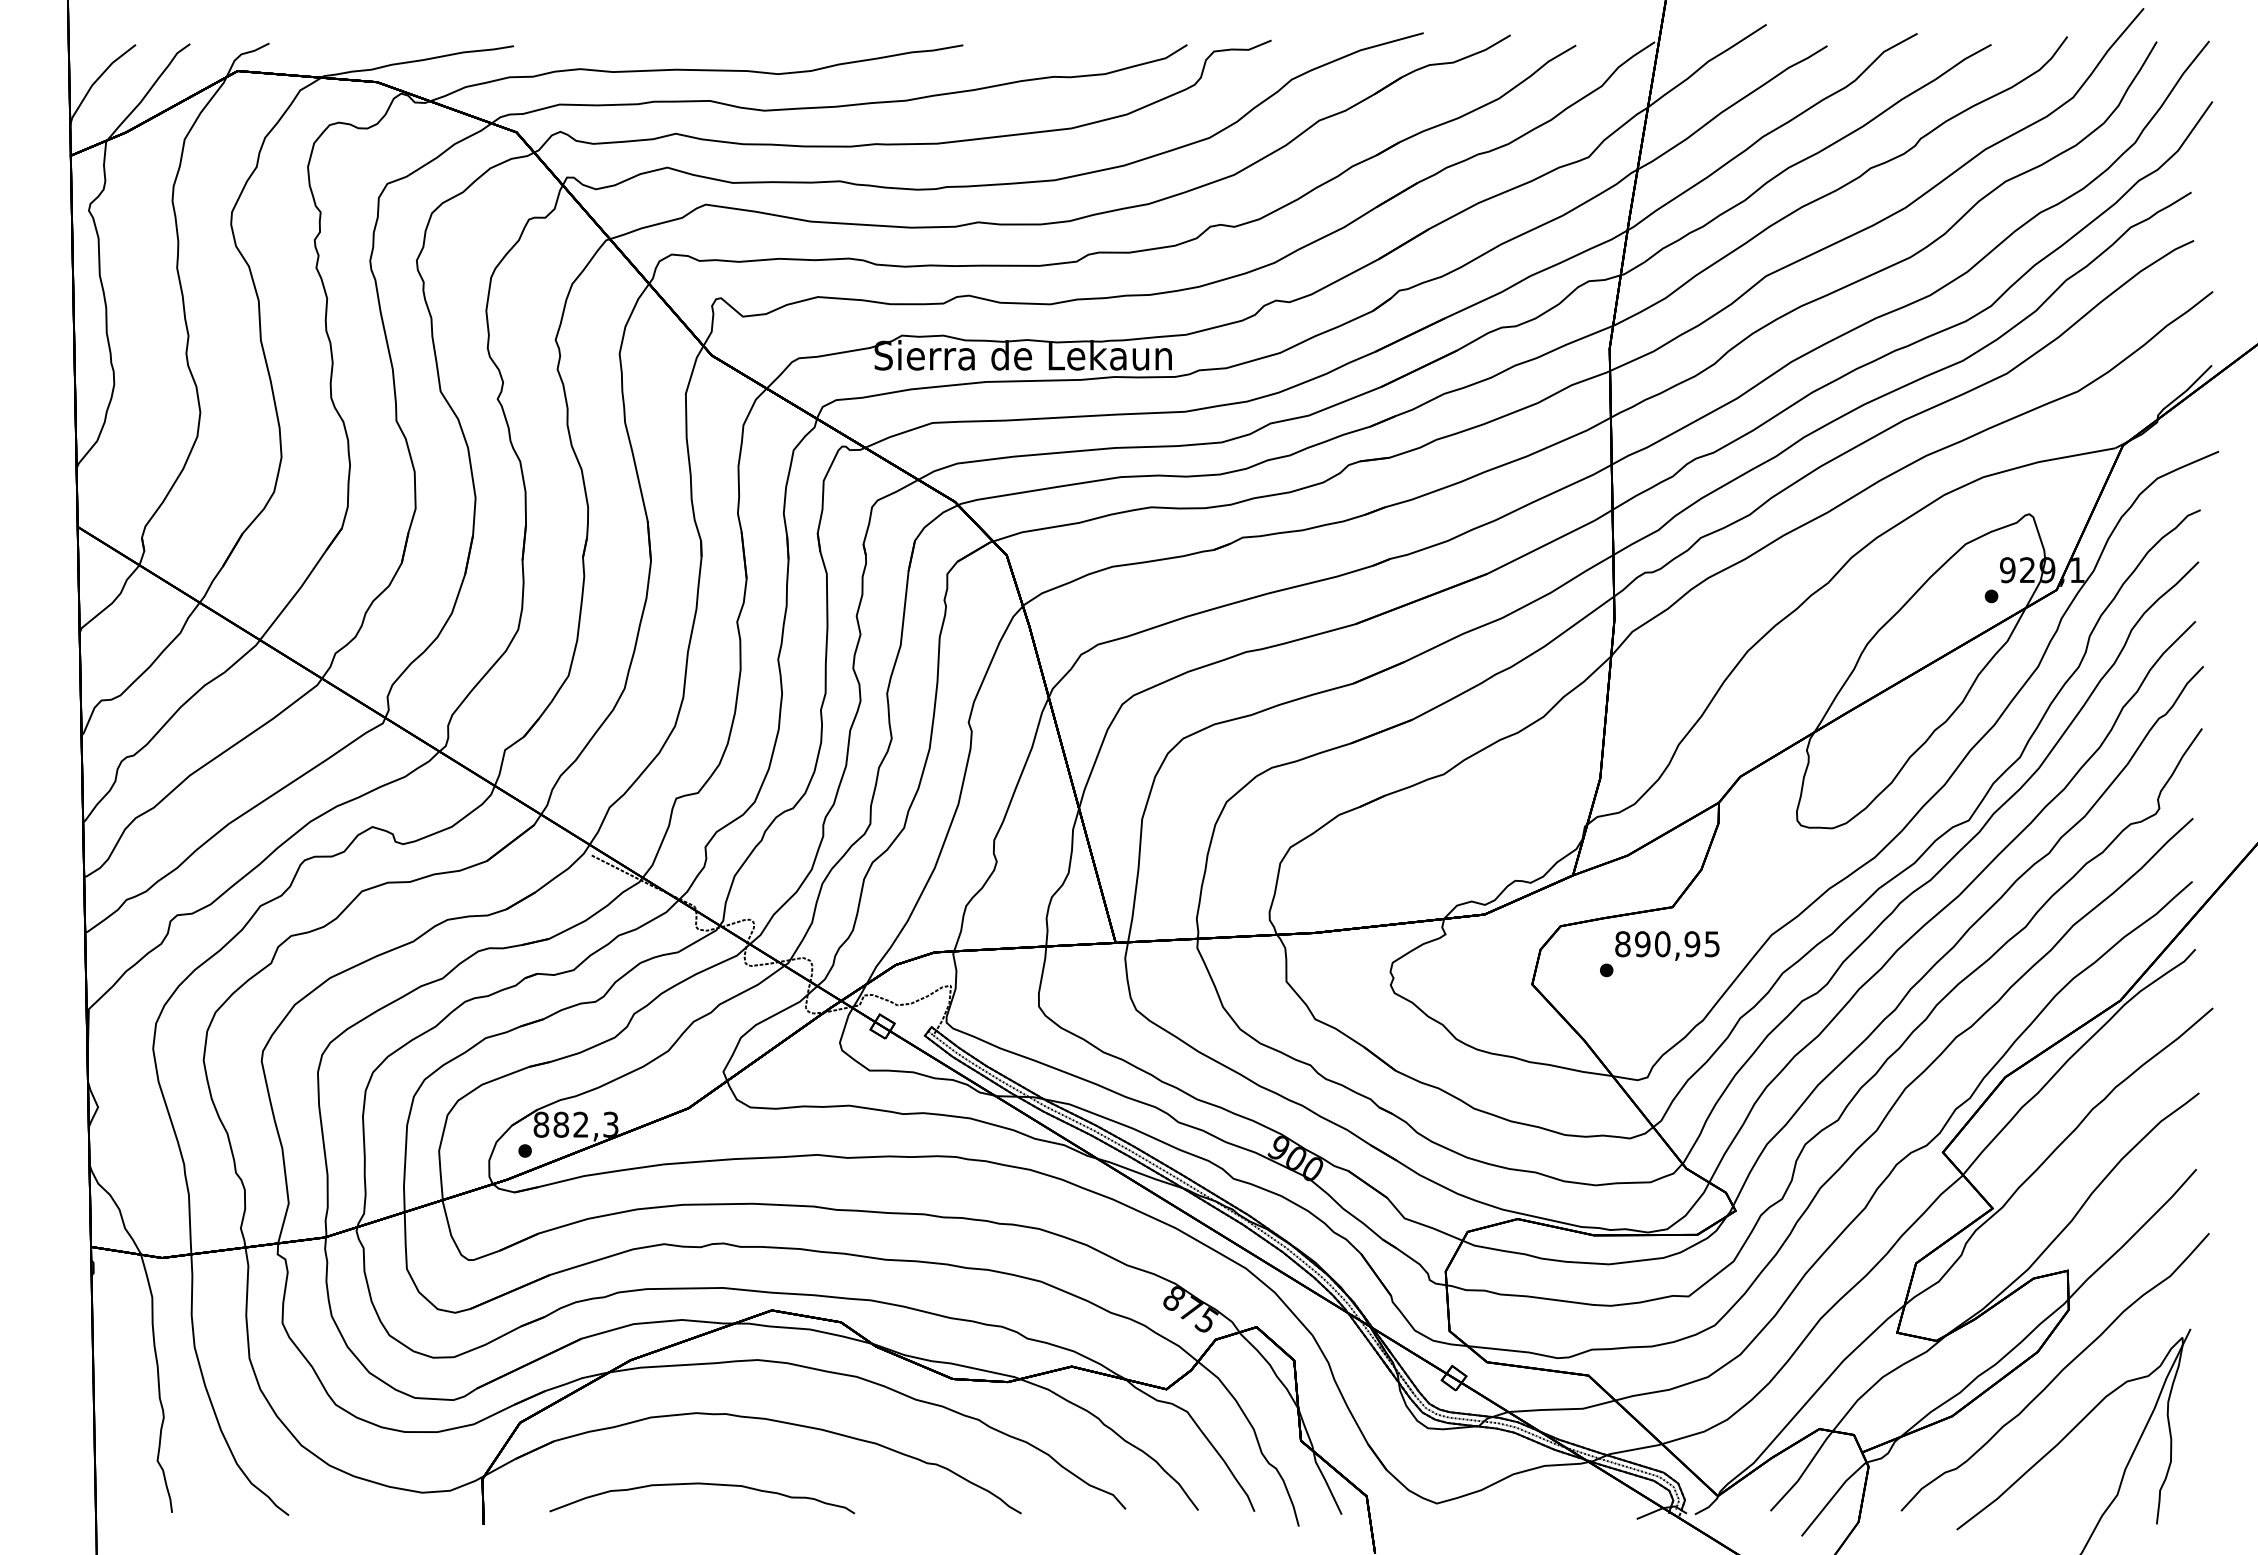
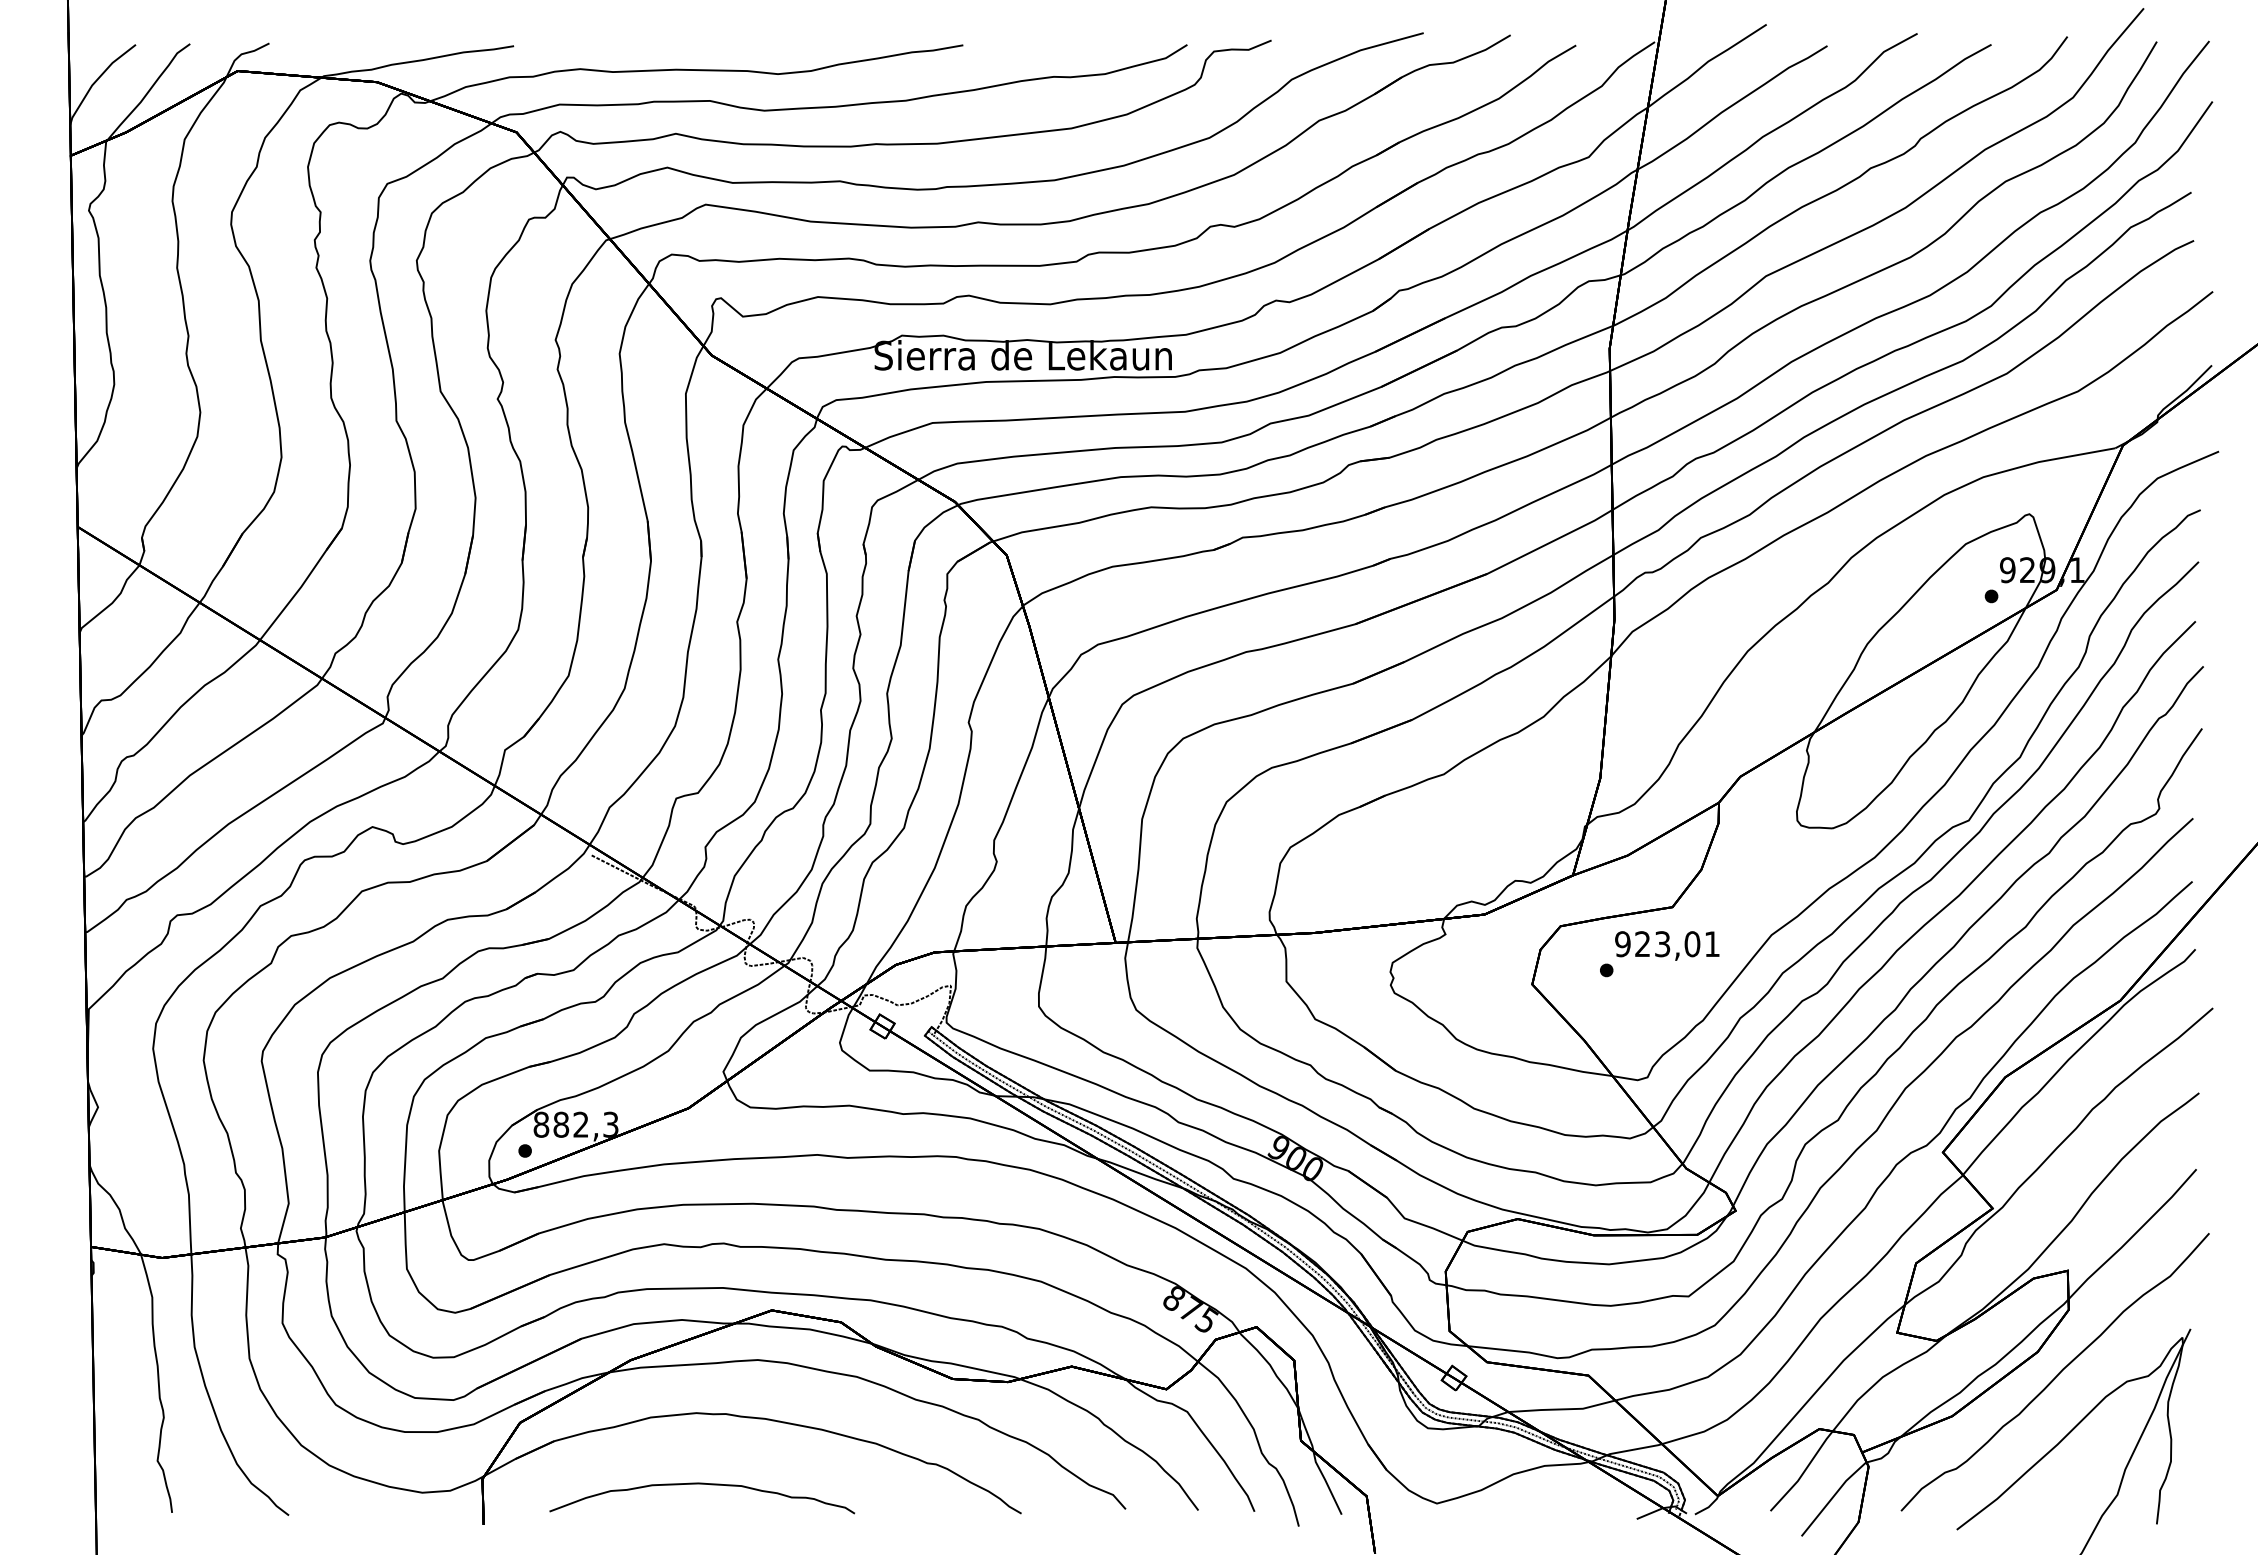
text at (1667, 944): 890,95 -> 923,01
